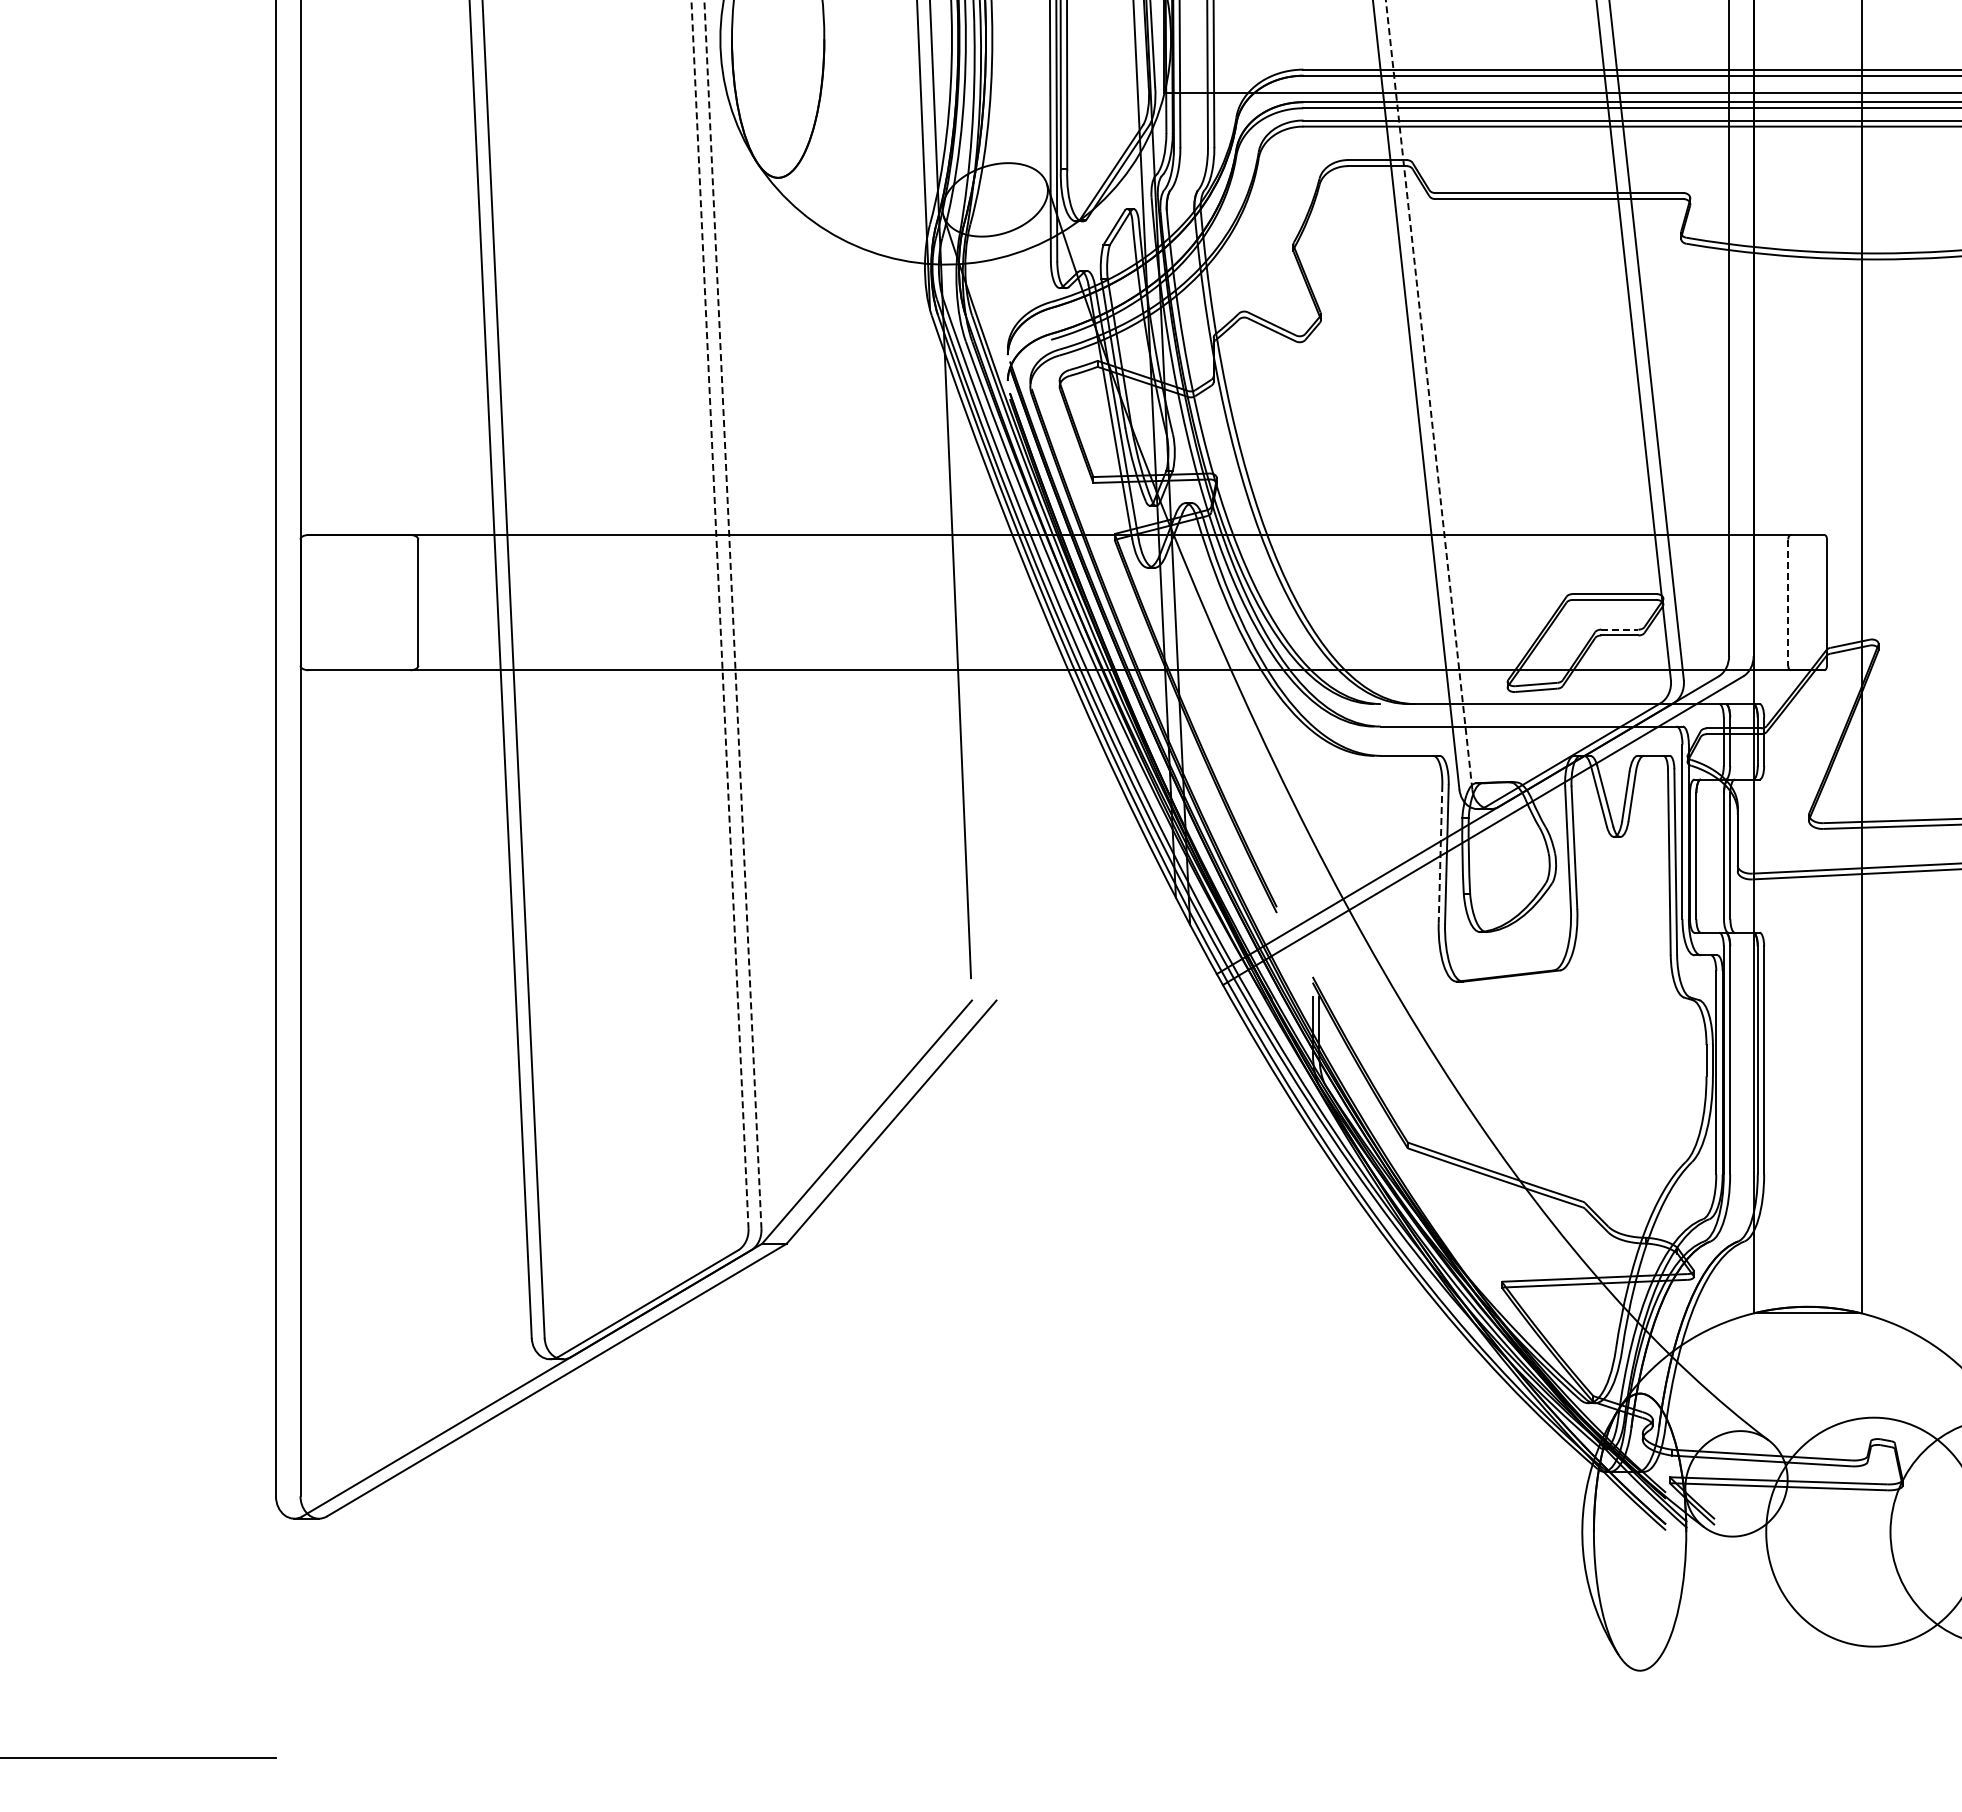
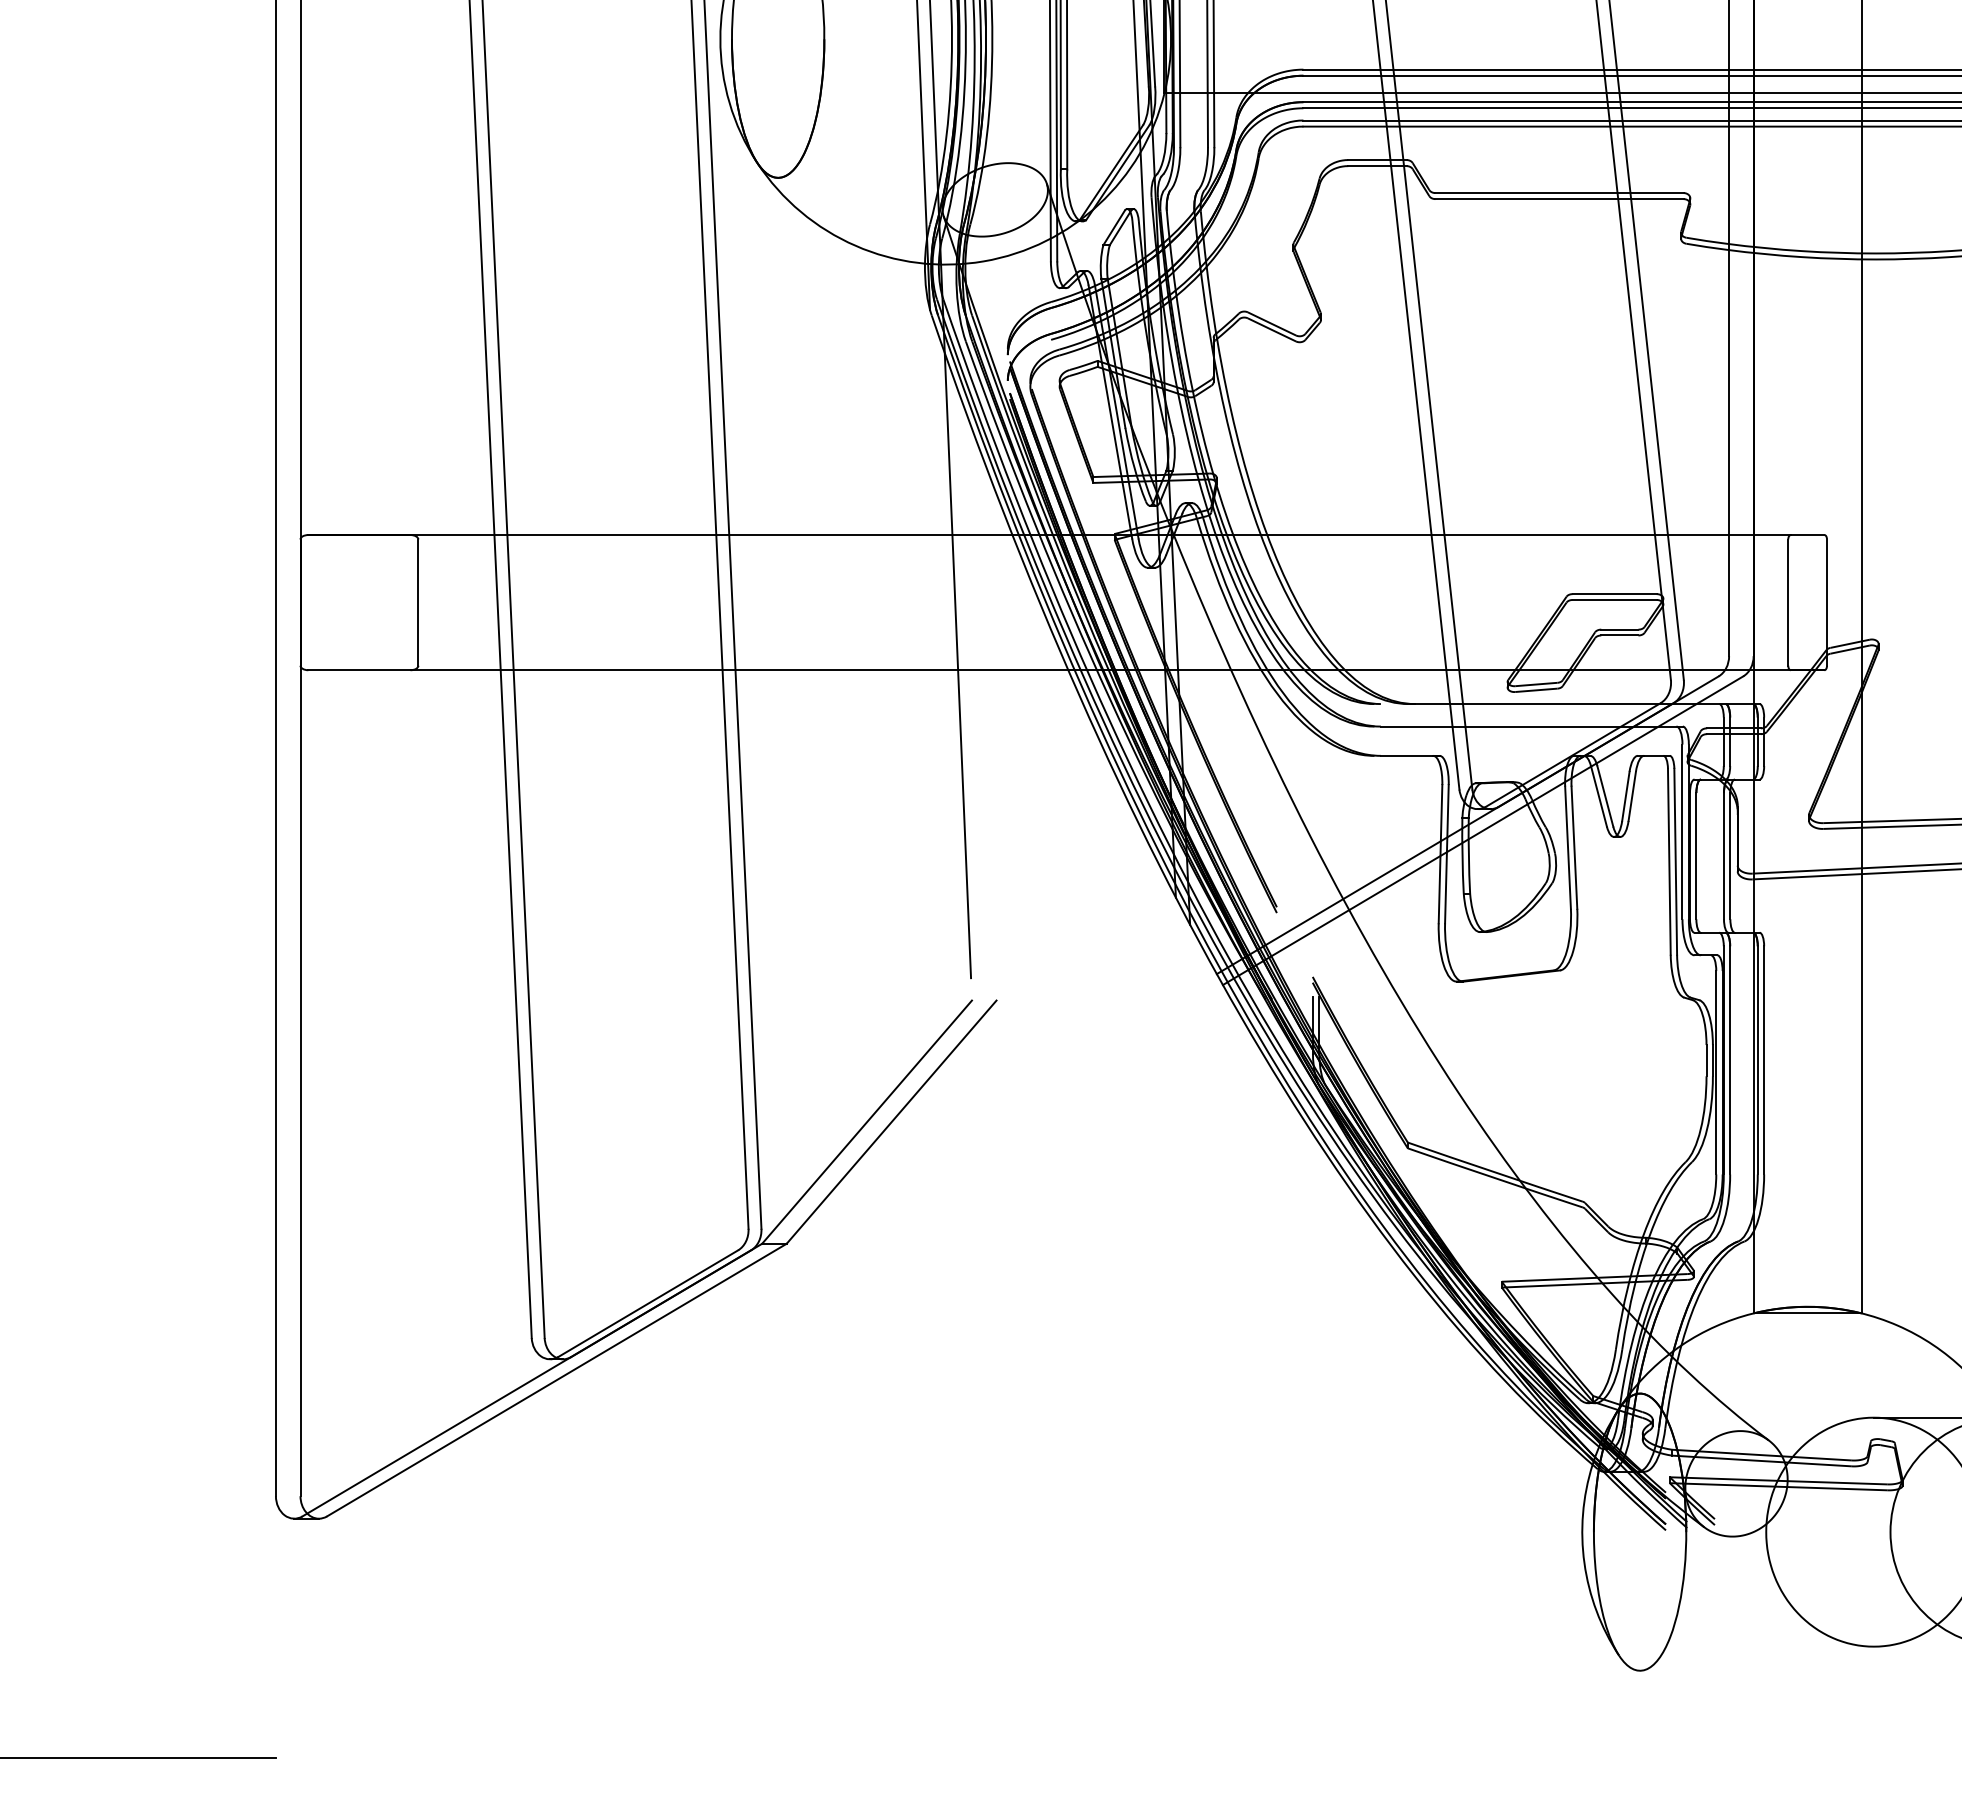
line at (1429, 395): dashed -> solid
line at (1788, 603): dashed -> solid
line at (720, 614): dashed -> solid
line at (732, 614): dashed -> solid
line at (1619, 629): dashed -> solid
line at (1440, 854): dashed -> solid
line at (1915, 1417): none -> present
